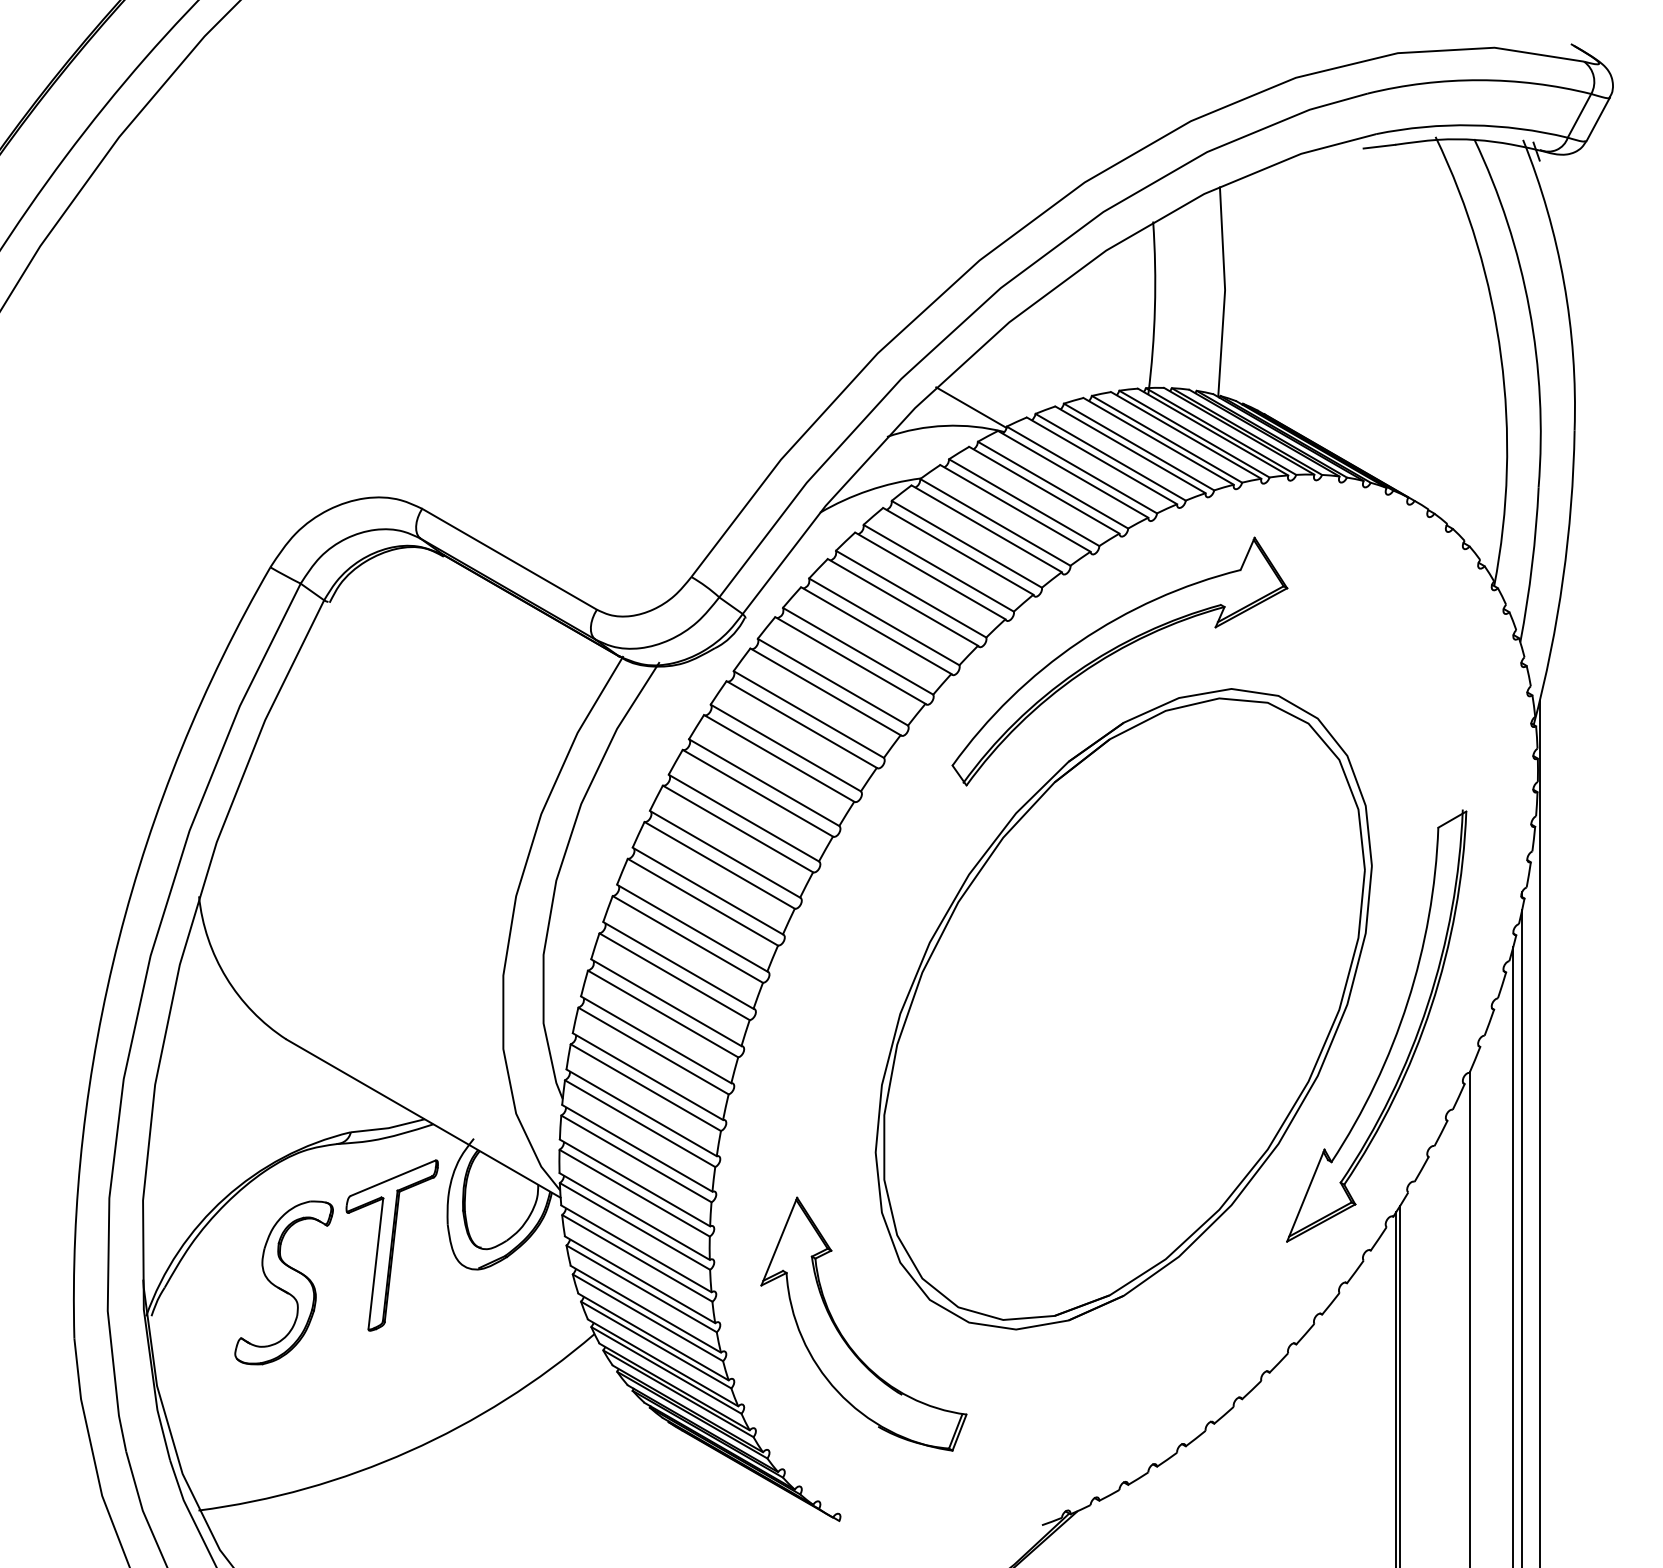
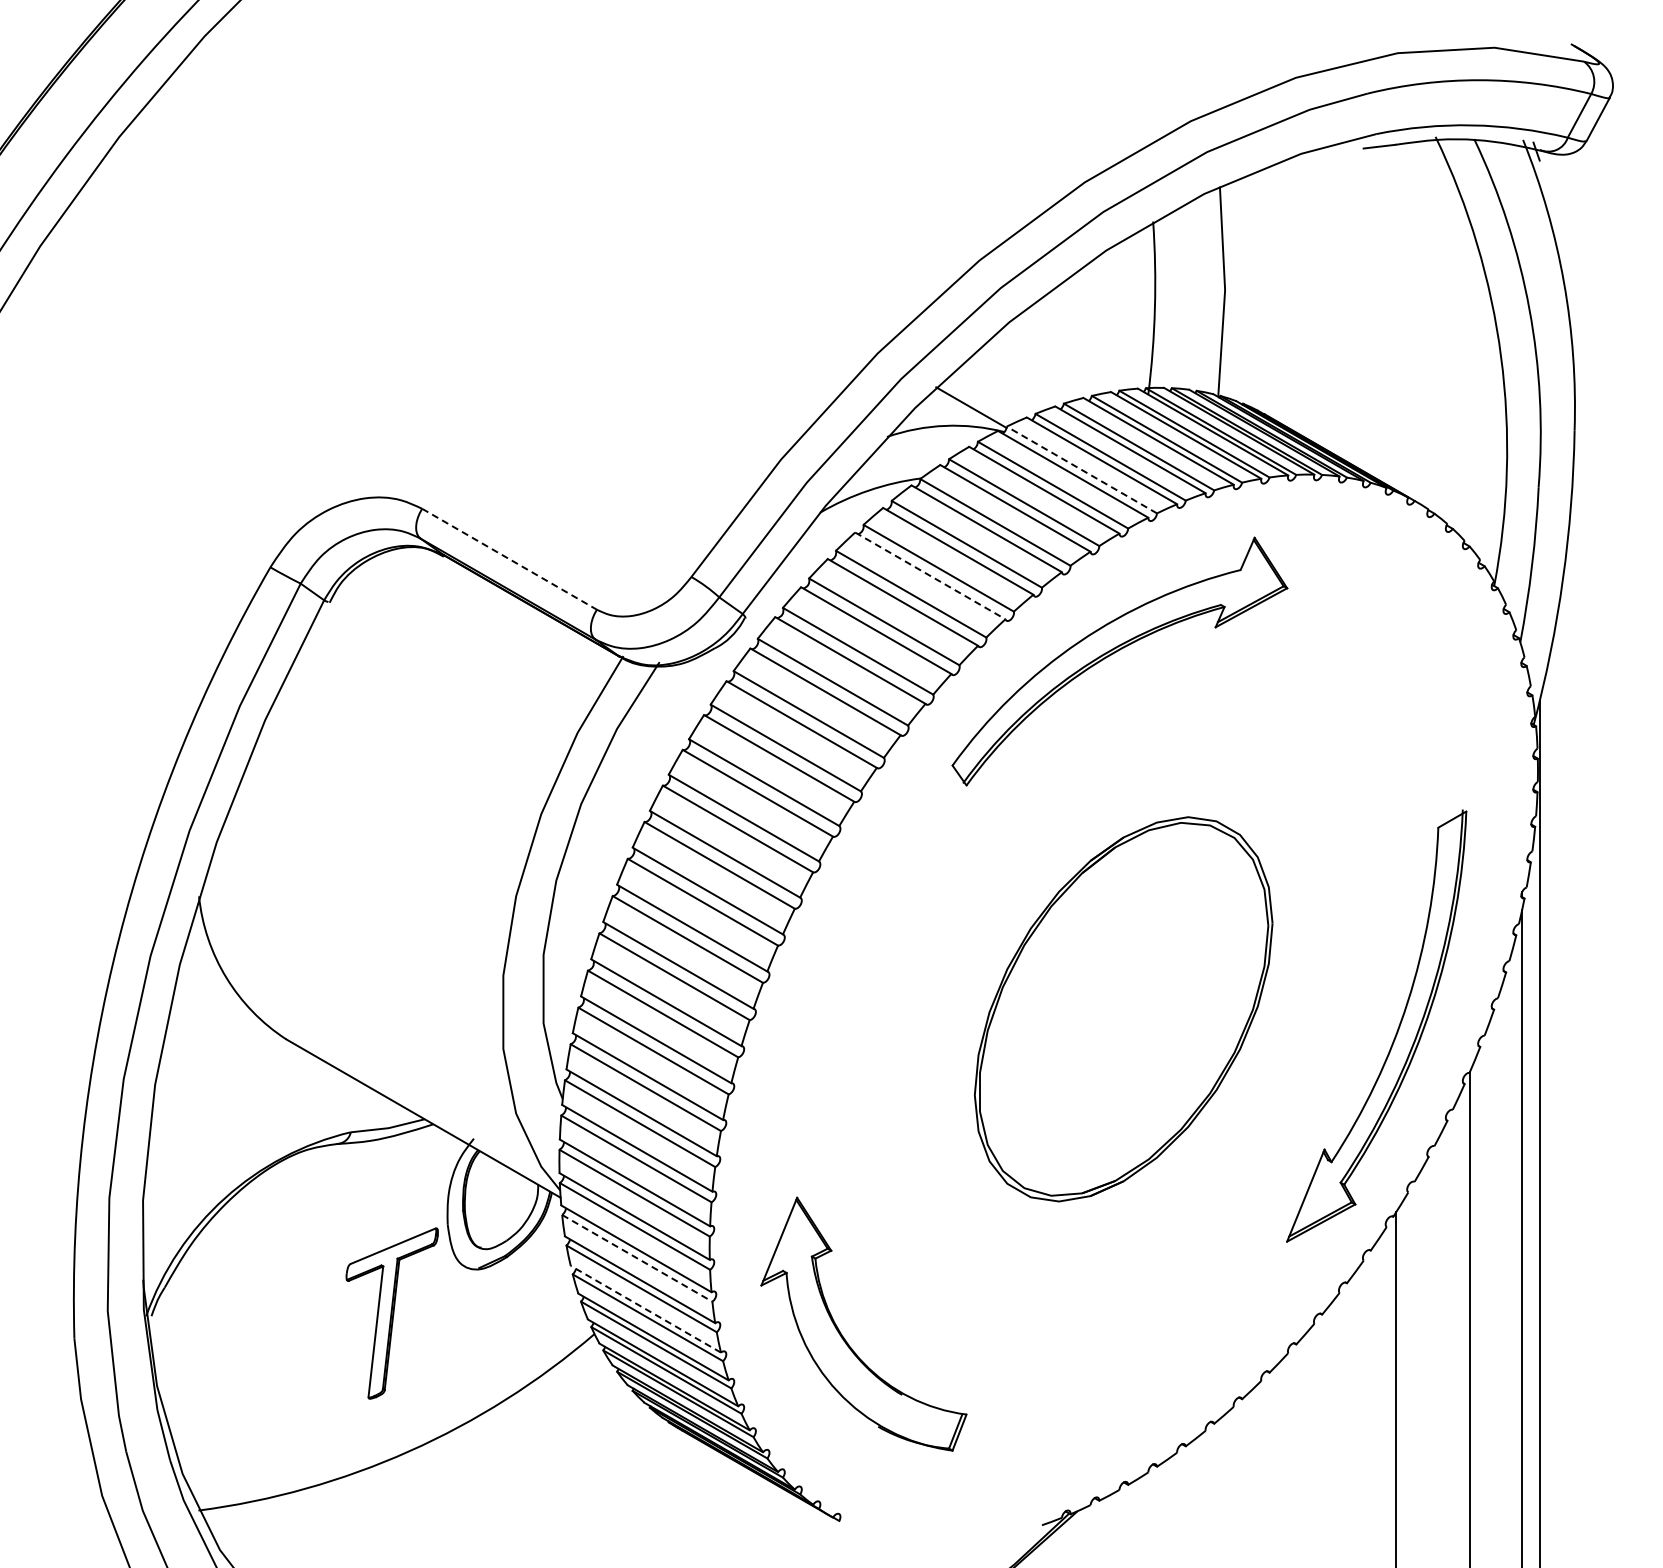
line at (1081, 470): solid -> dashed
line at (509, 559): solid -> dashed
line at (930, 575): solid -> dashed
part at (1123, 1009) size: 499x643 px -> 300x387 px
part at (391, 1245) position: (391, 1245) -> (391, 1313)
line at (1513, 1255): present -> none
line at (637, 1258): solid -> dashed
part at (283, 1282): present -> none
line at (645, 1309): solid -> dashed
line at (1399, 1385): present -> none
